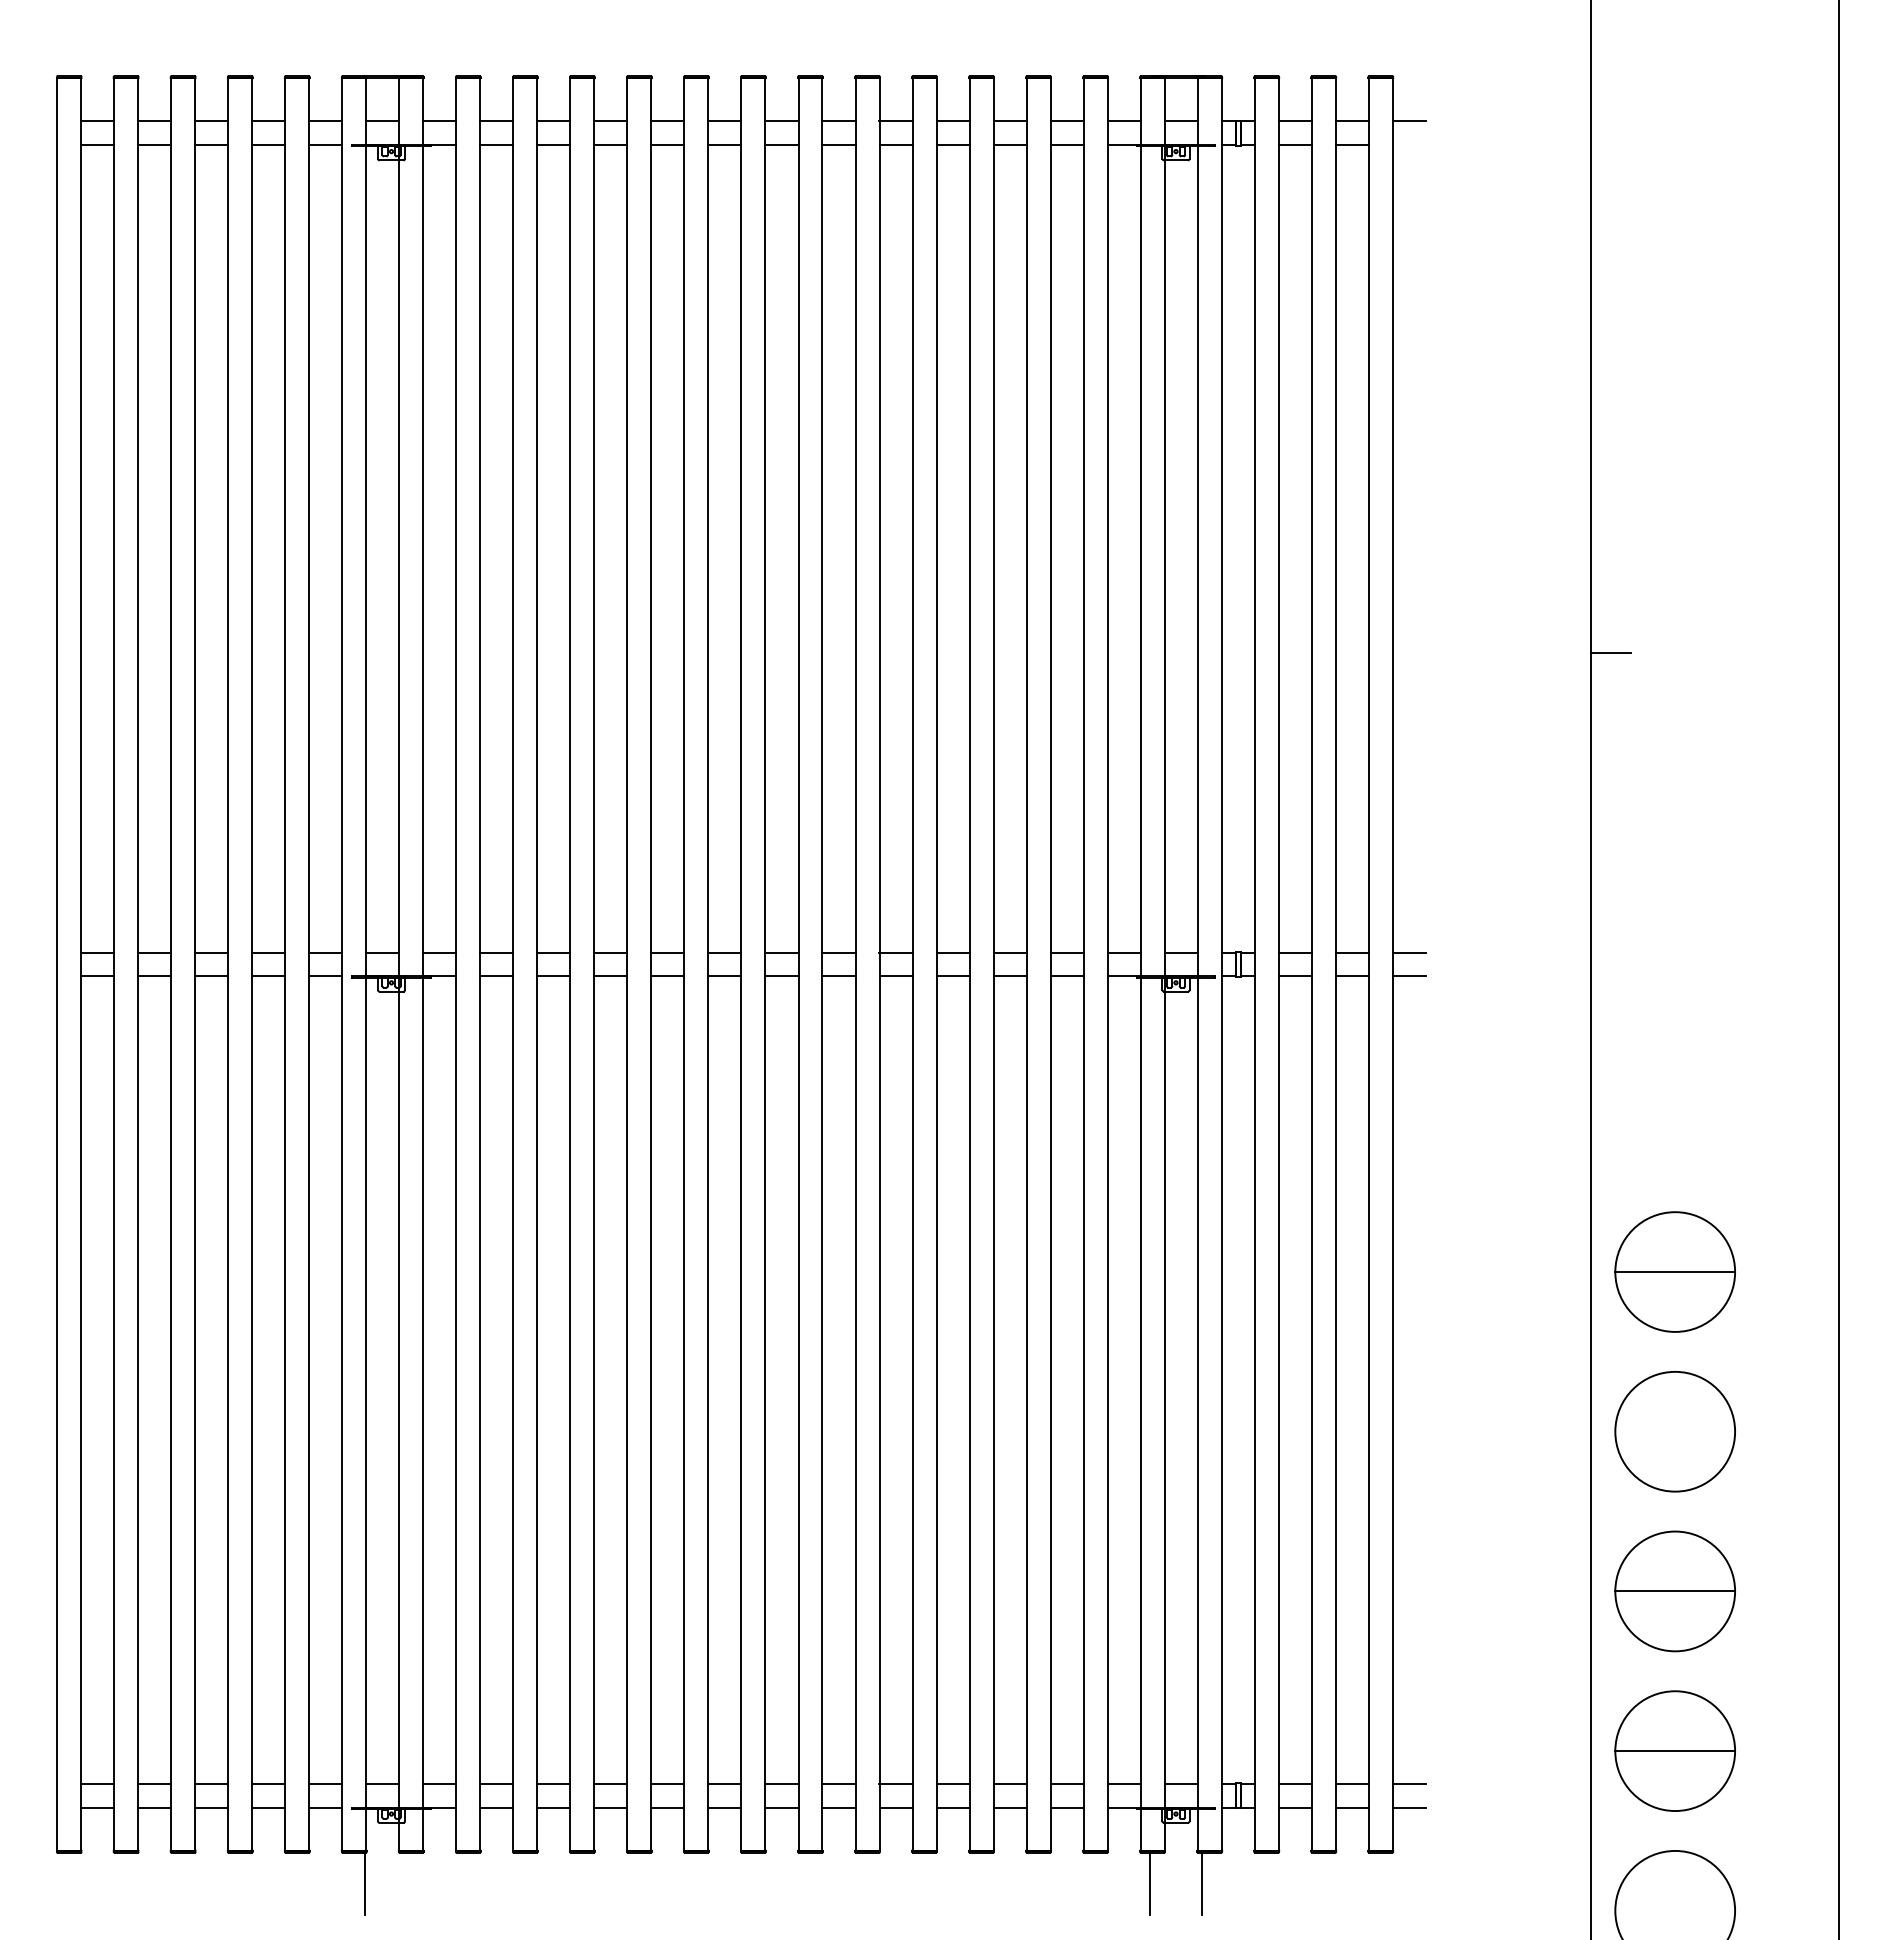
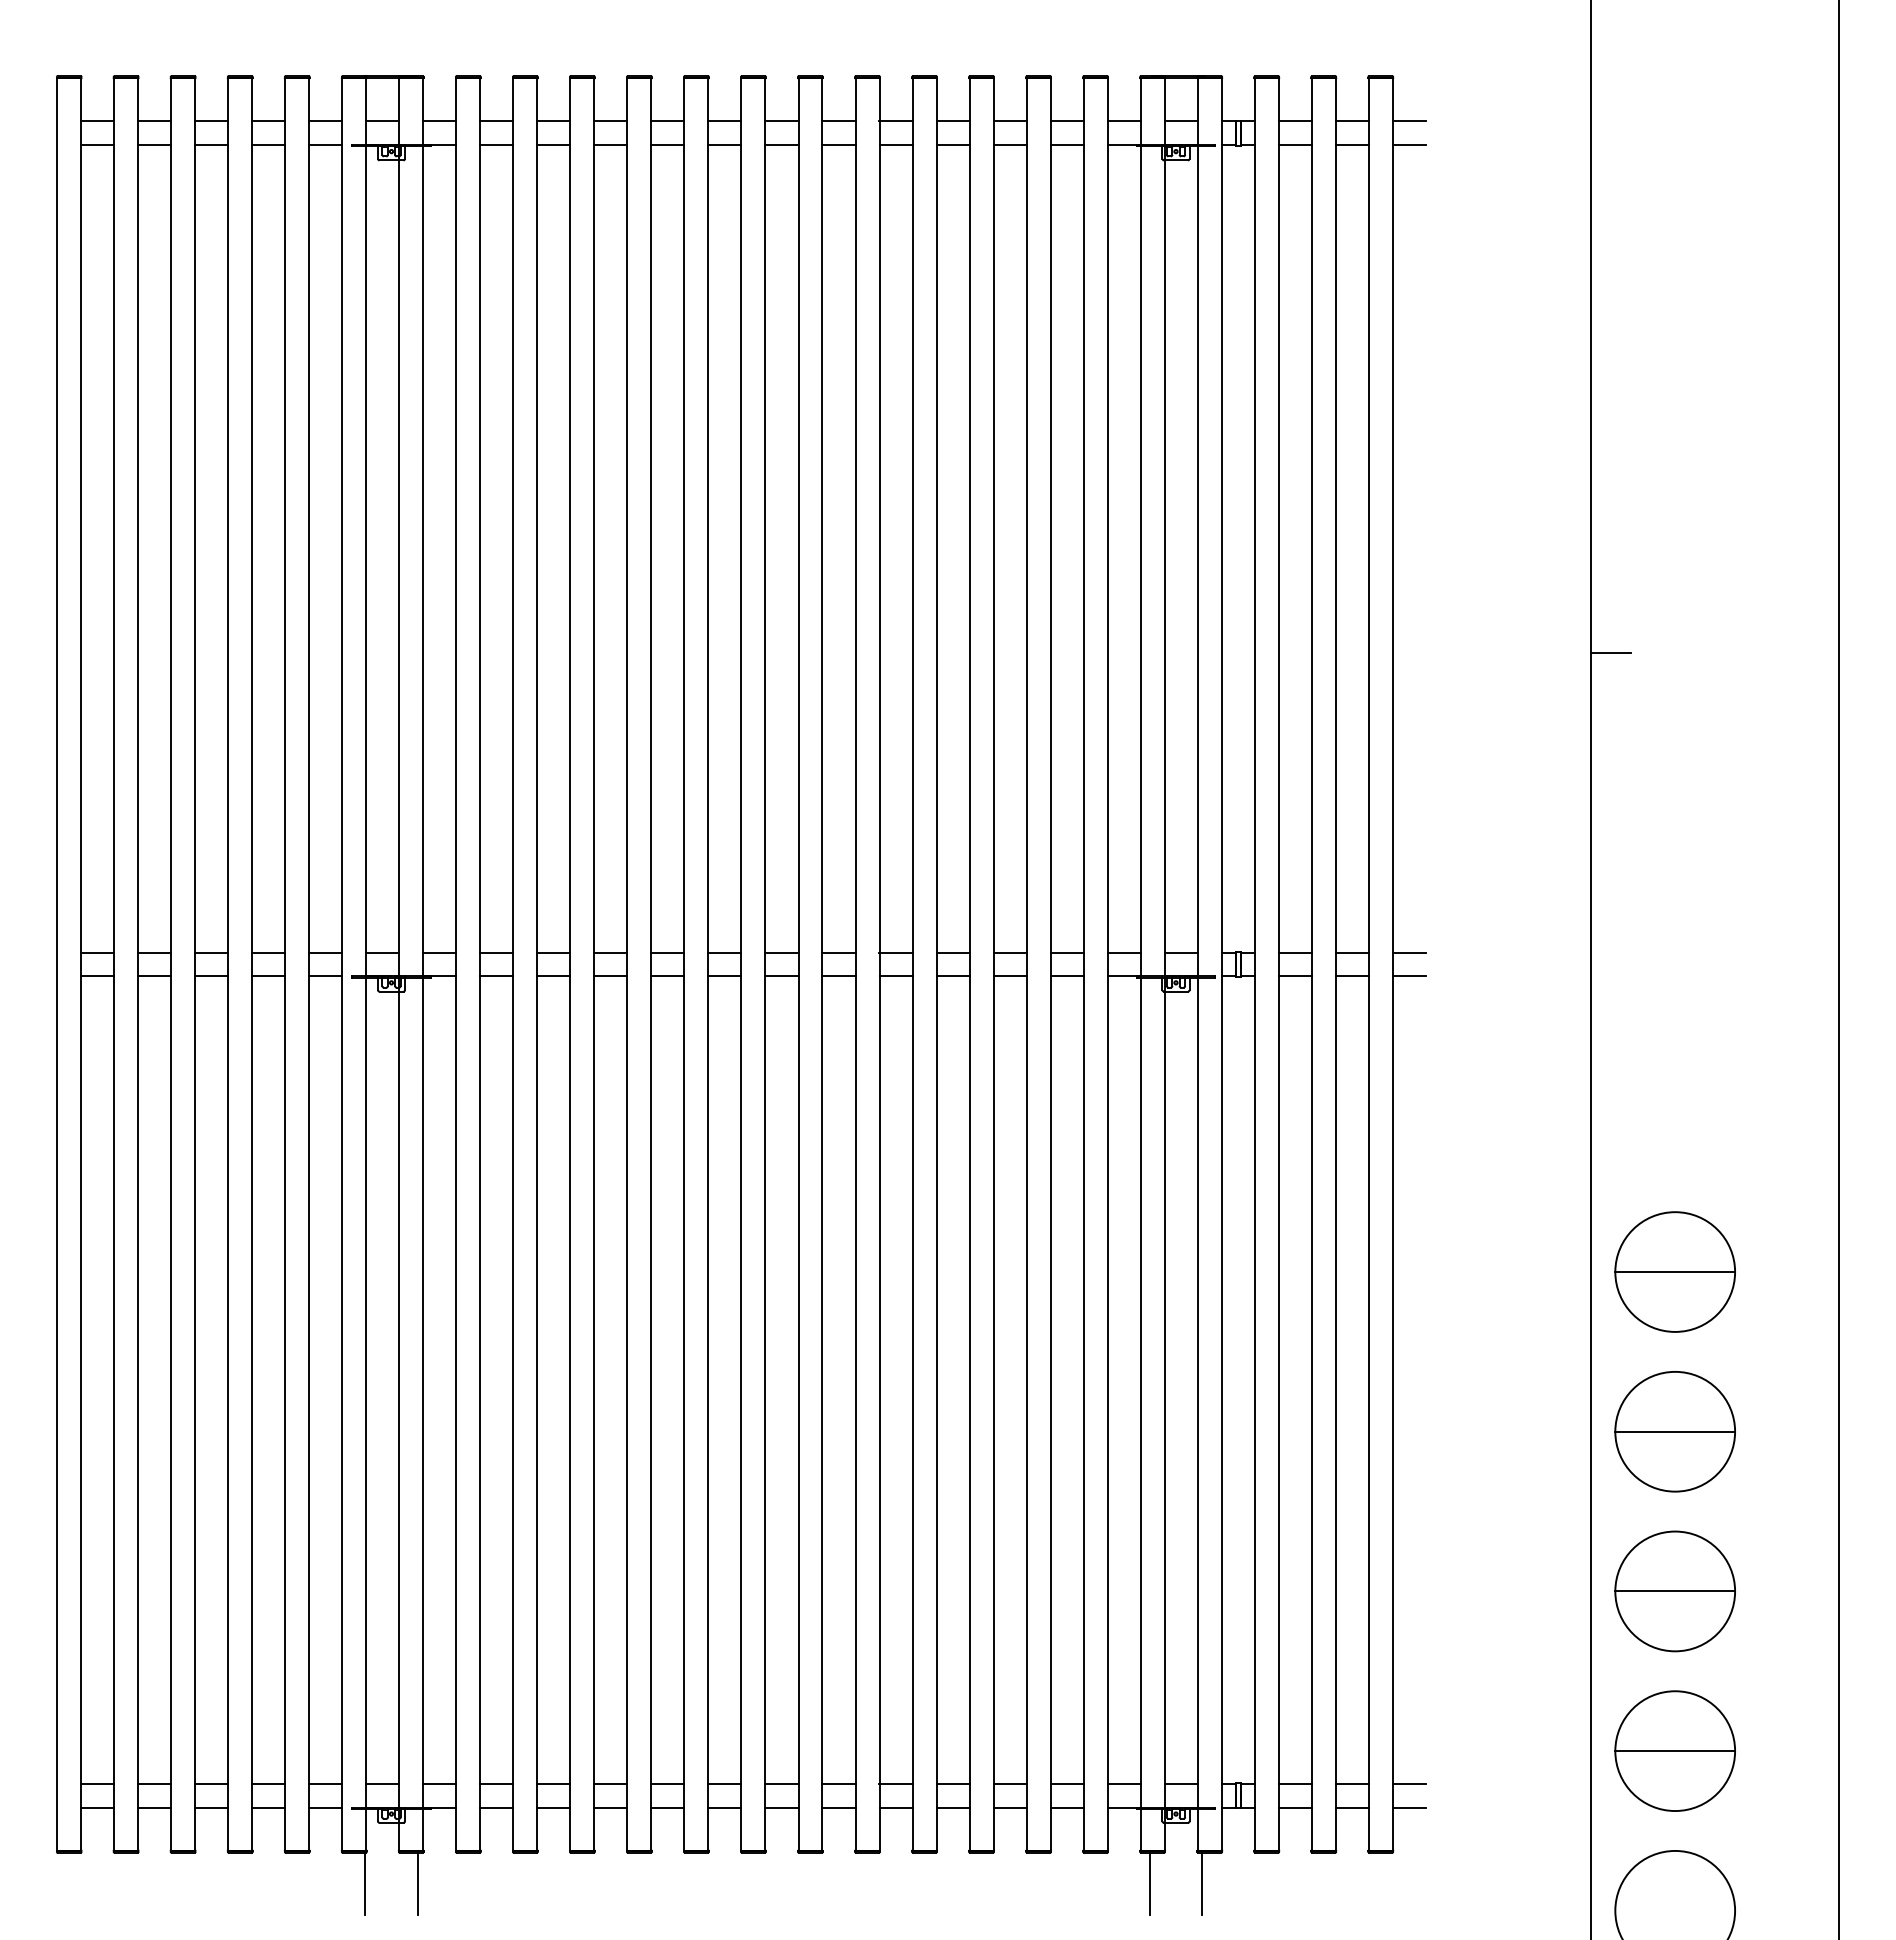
line at (1408, 145): none -> present
line at (1675, 1431): none -> present
line at (417, 1883): none -> present
